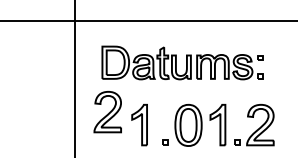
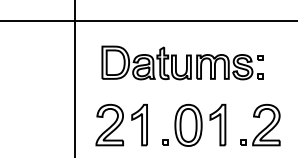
part at (107, 112) position: (107, 112) -> (109, 125)
part at (254, 125) position: (254, 125) -> (260, 125)
